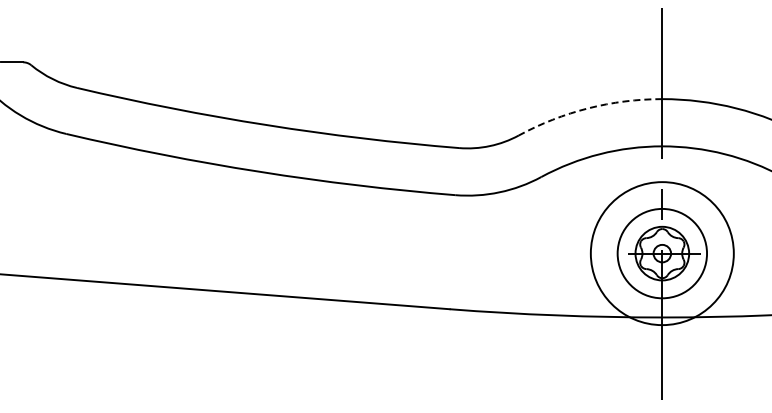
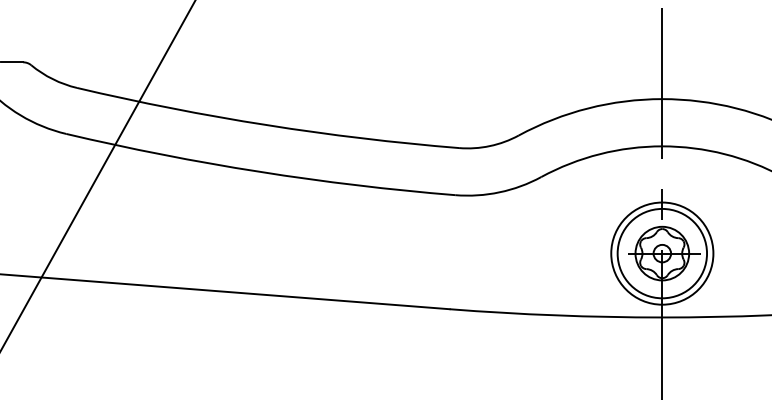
arc at (588, 108): dashed -> solid
line at (98, 175): none -> present
circle at (661, 253) diameter: 143 px -> 102 px
